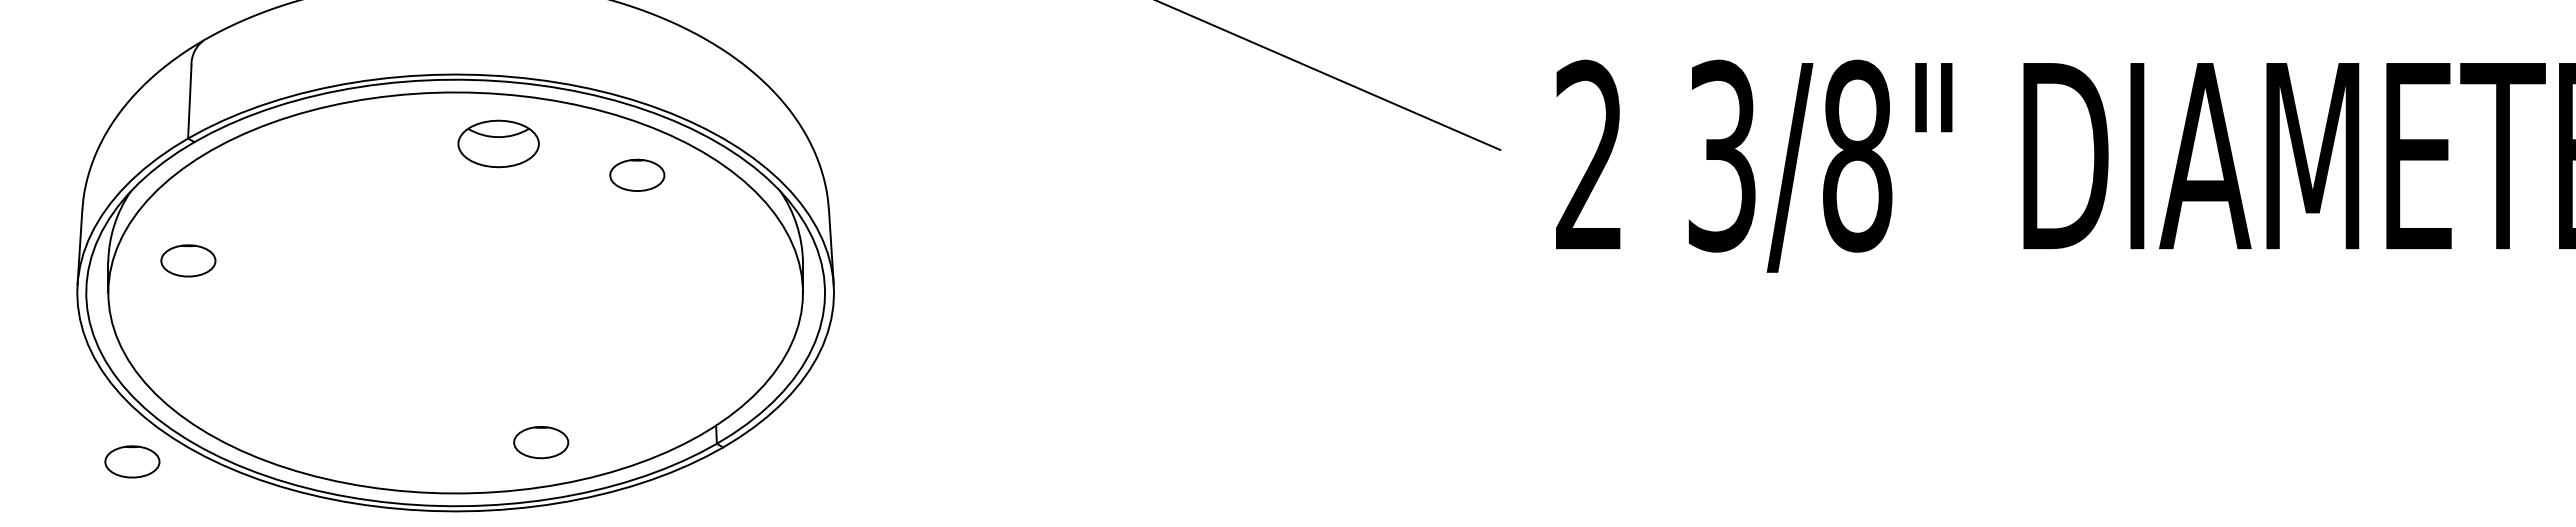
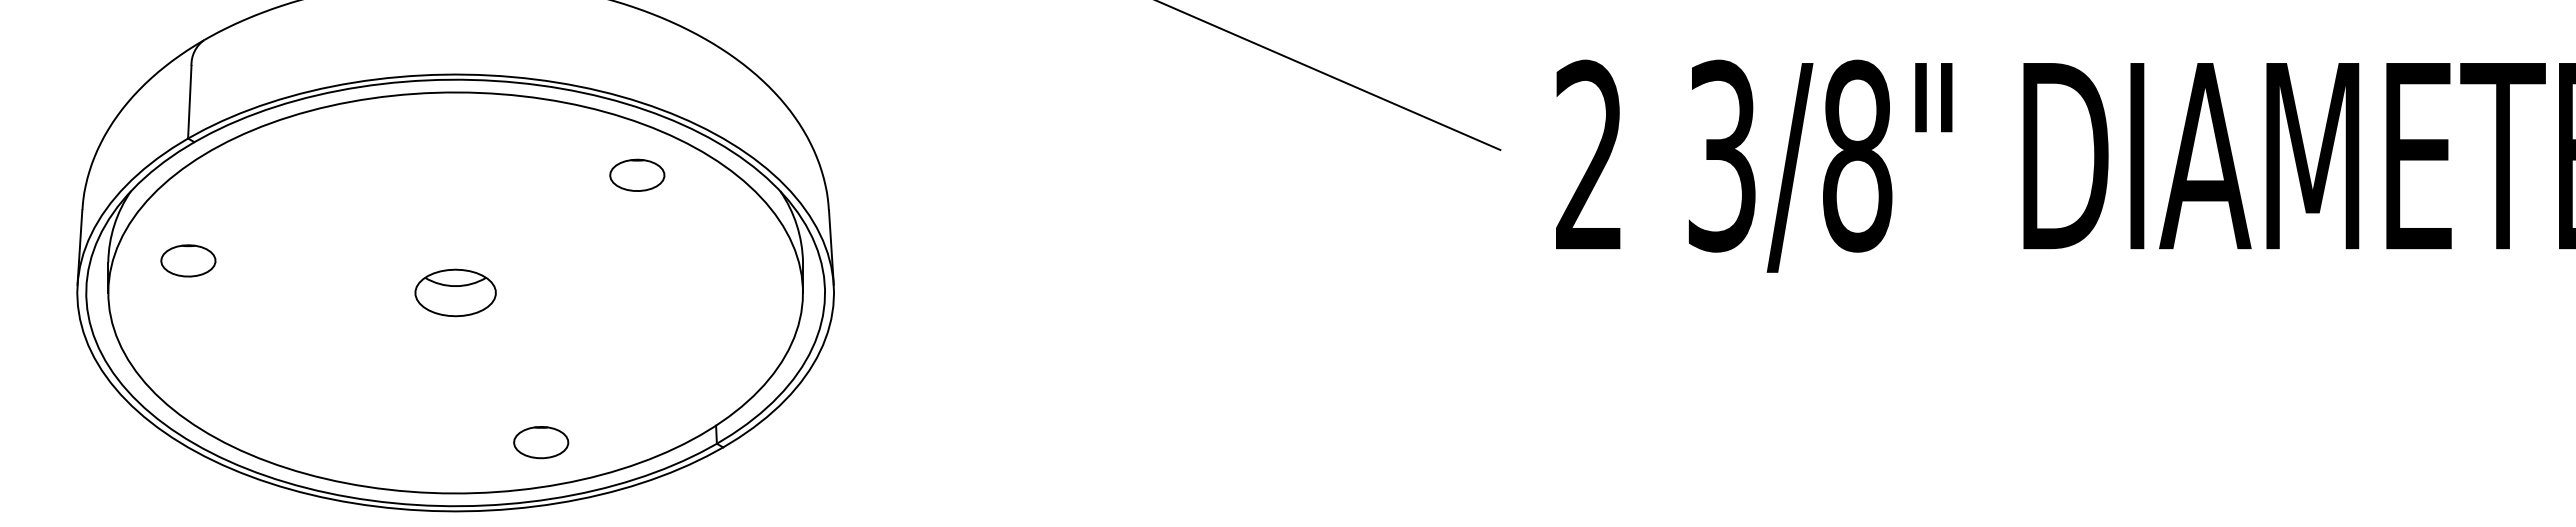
part at (498, 143) position: (498, 143) -> (455, 292)
part at (132, 461): present -> none
